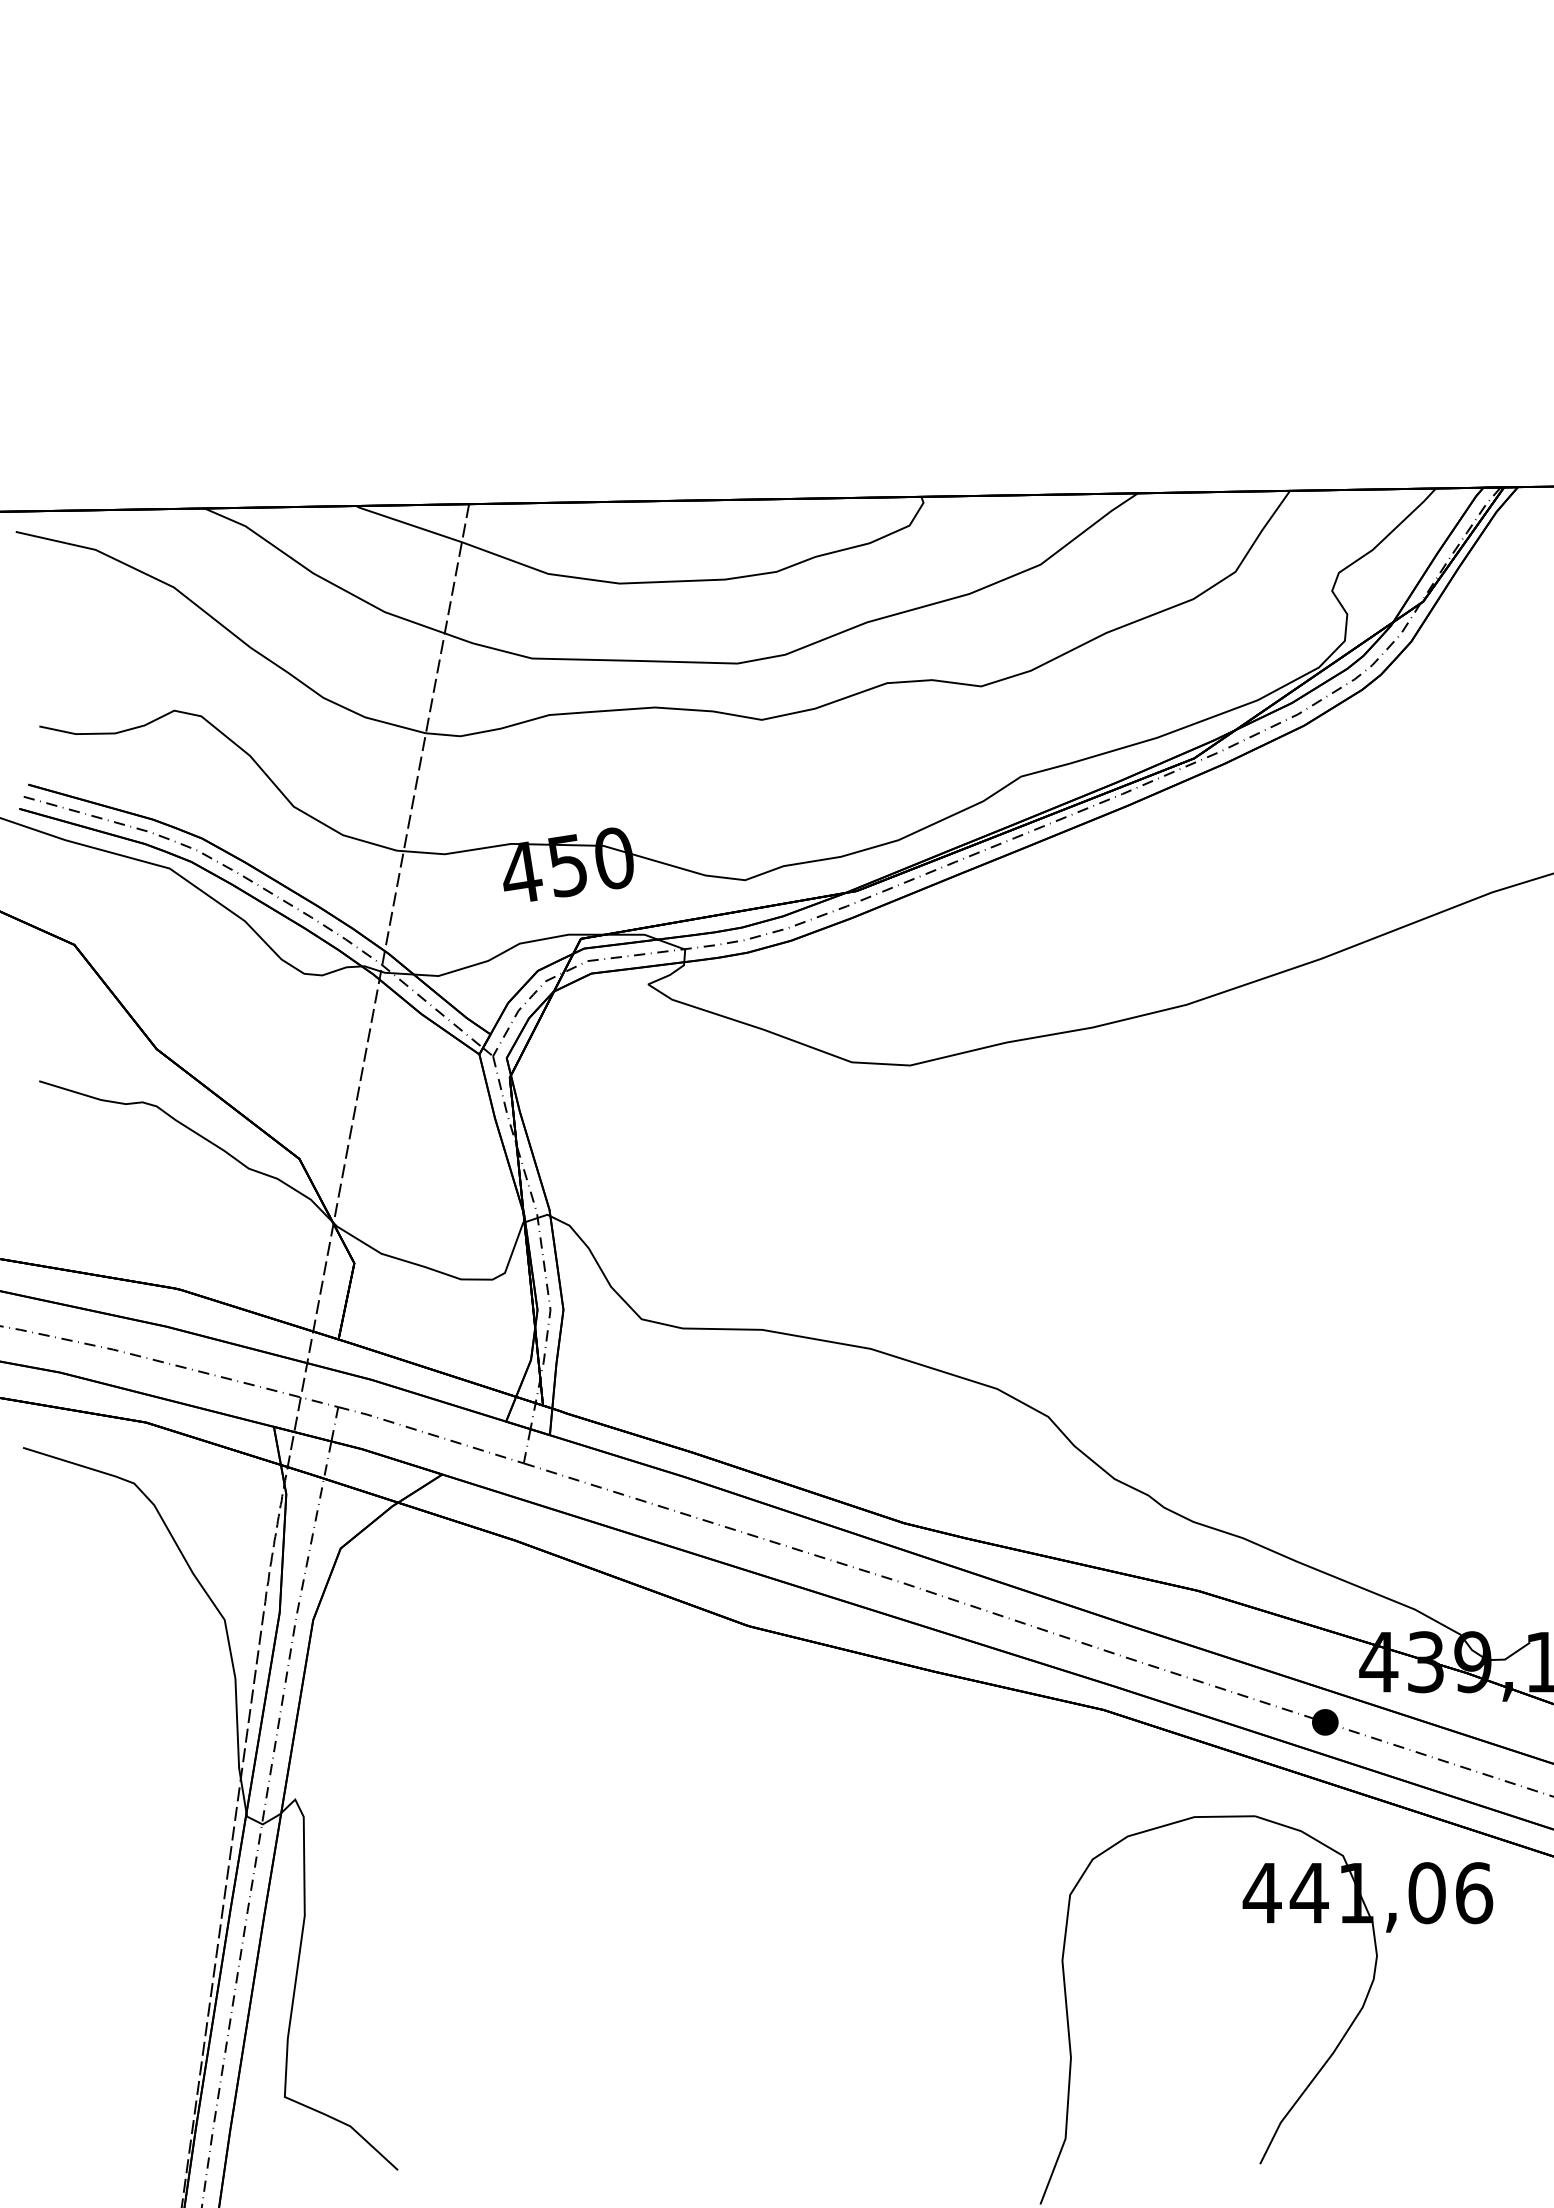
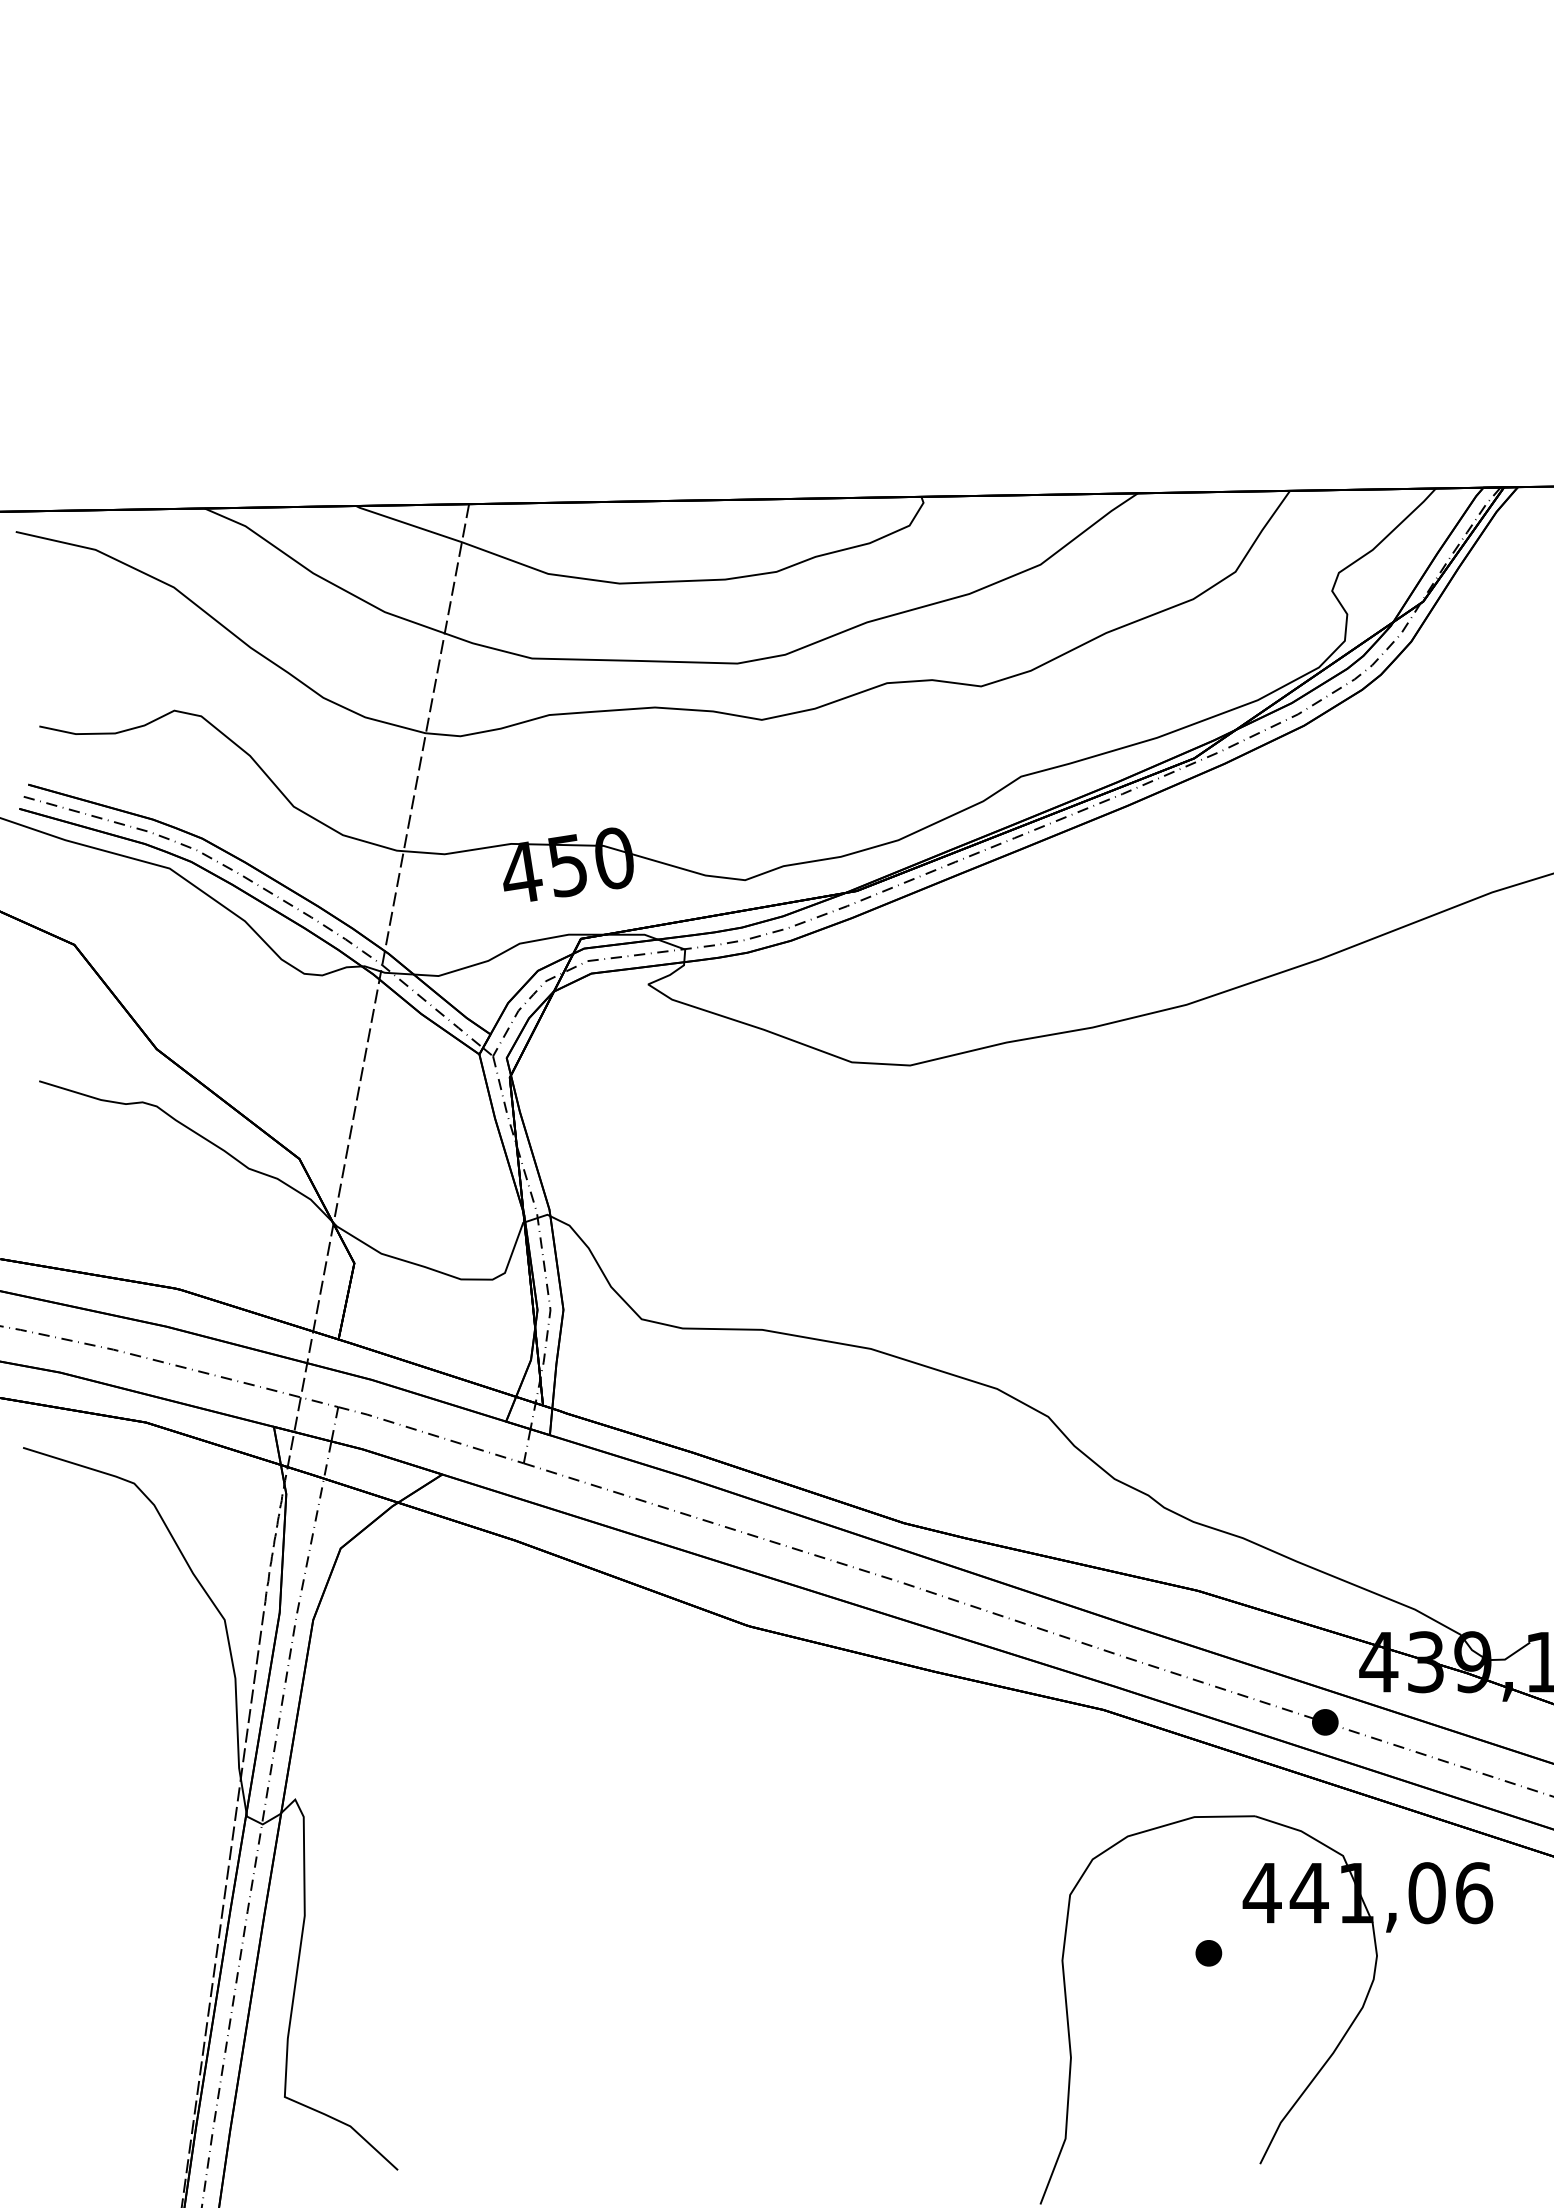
part at (1208, 1953): none -> present
